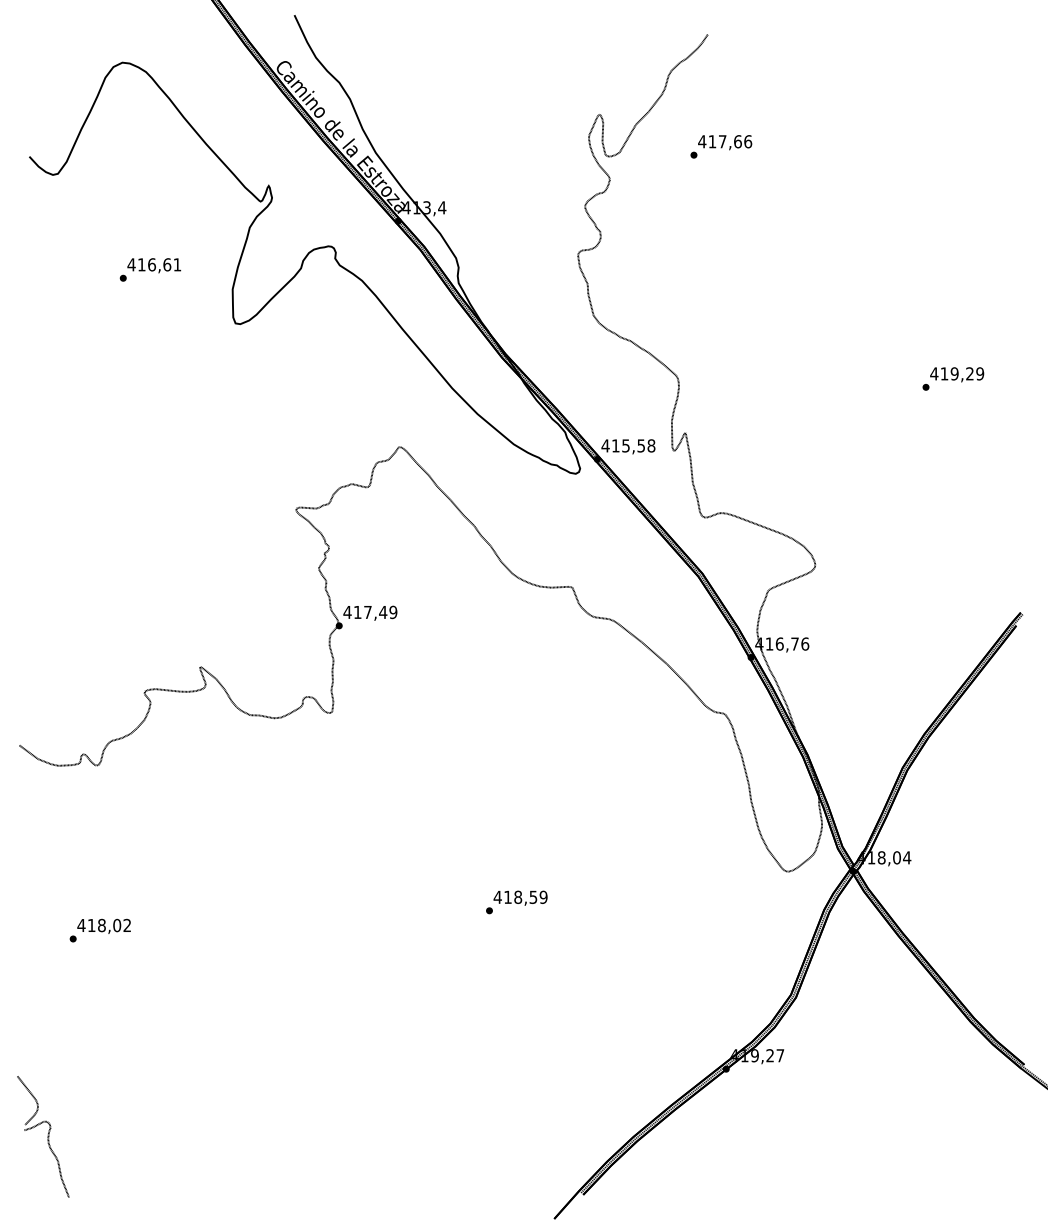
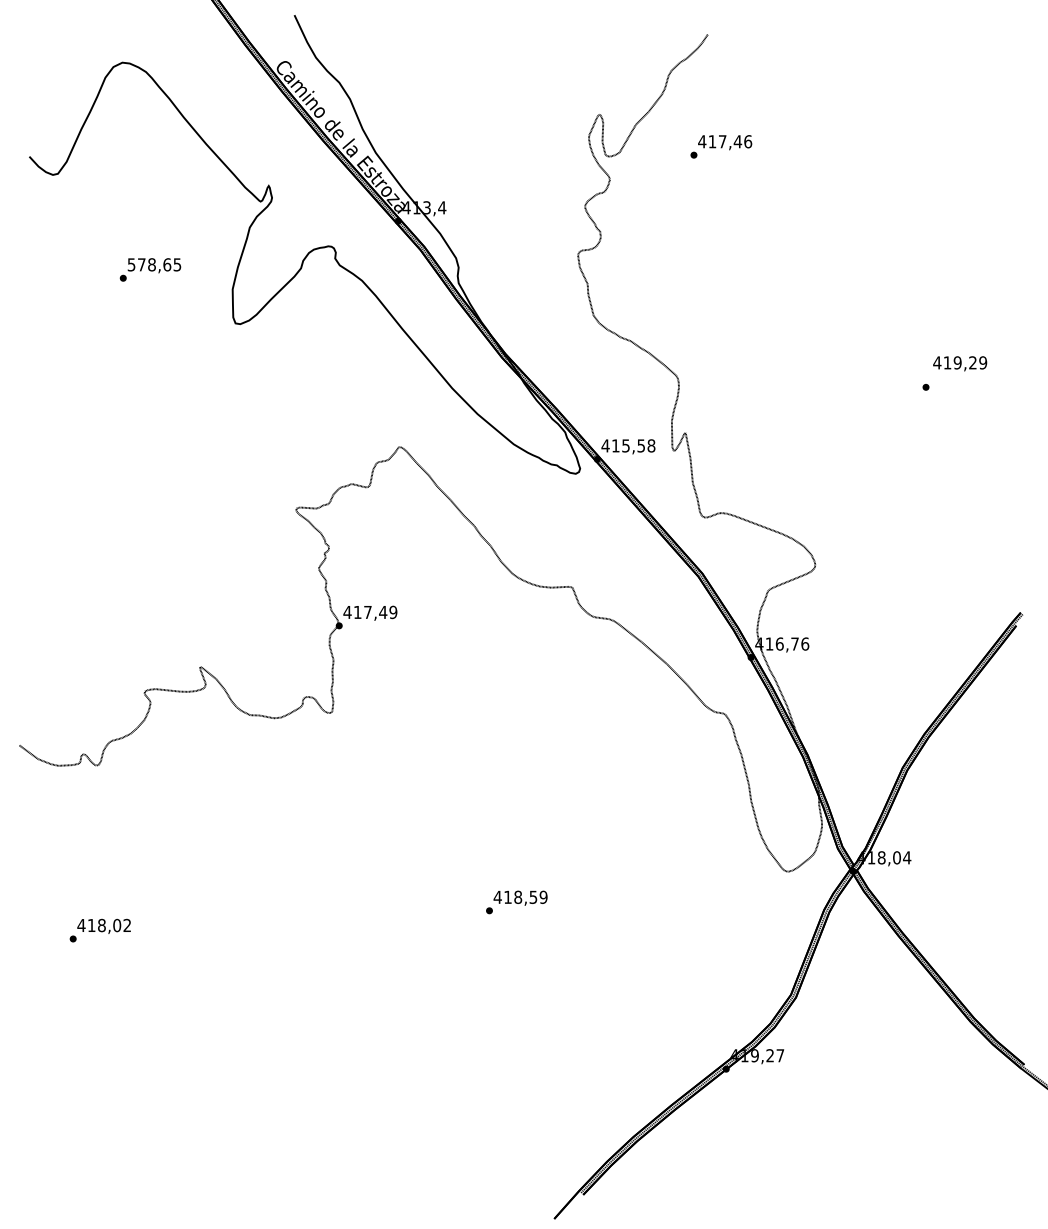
text at (737, 141): 417,66 -> 417,46
text at (154, 264): 416,61 -> 578,65
text at (957, 374) position: (957, 374) -> (960, 363)
part at (43, 1136): present -> none
